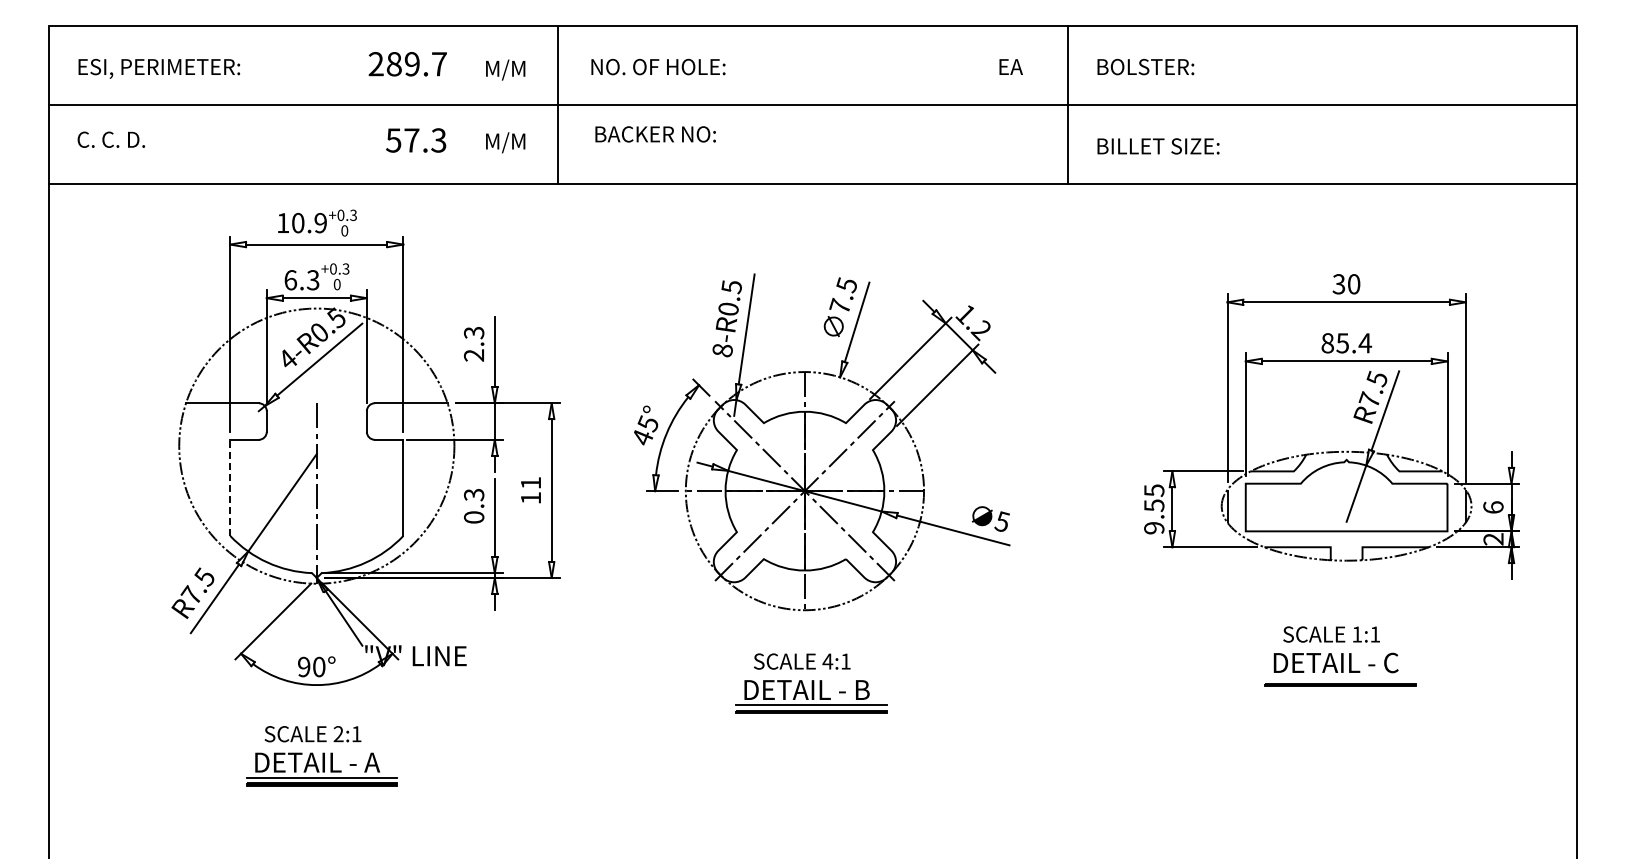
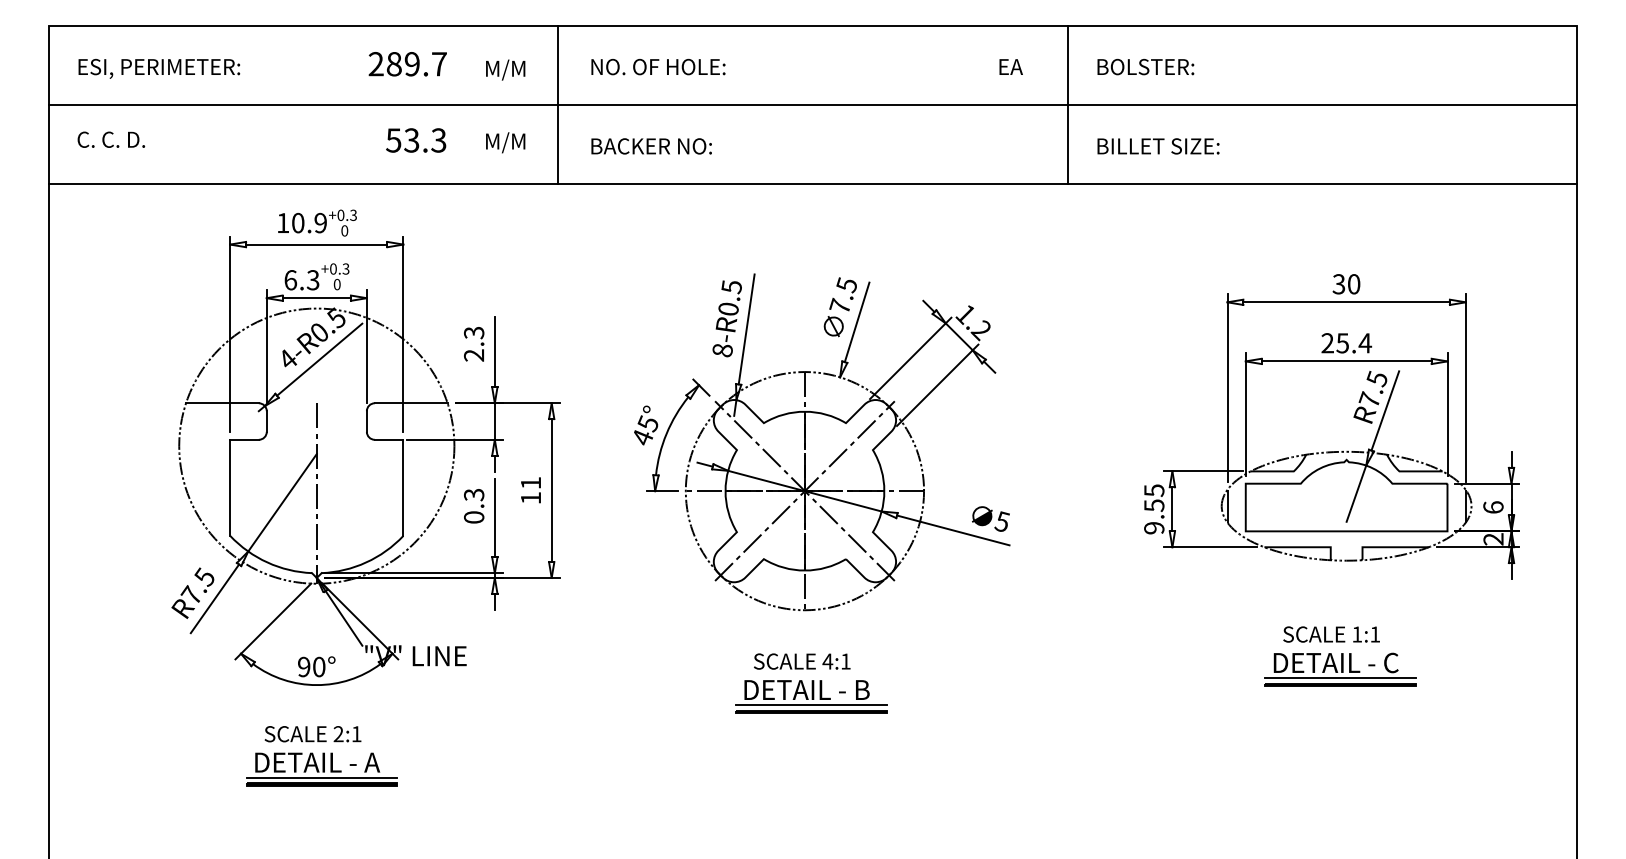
text at (655, 134) position: (655, 134) -> (651, 146)
text at (411, 140): 57.3 -> 53.3
text at (1327, 343): 85.4 -> 25.4
line at (230, 487): dashed -> solid
line at (1340, 678): none -> present
